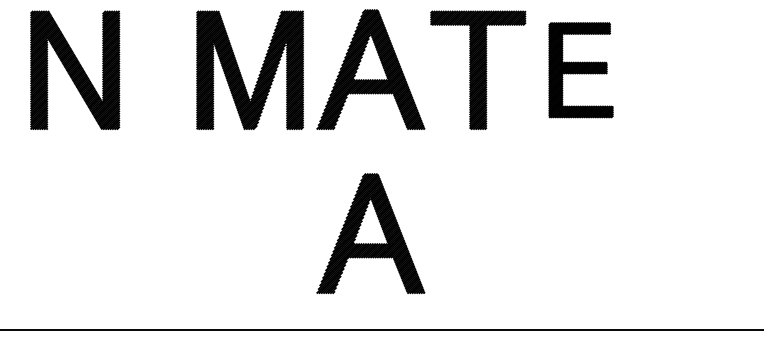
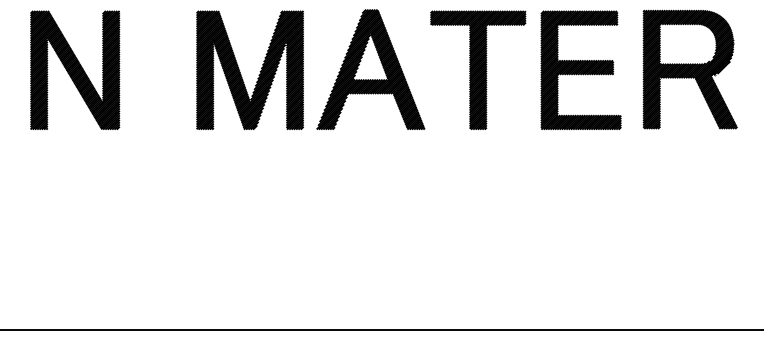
part at (689, 69): none -> present
part at (580, 70) size: 66x97 px -> 82x120 px
part at (370, 233): present -> none
